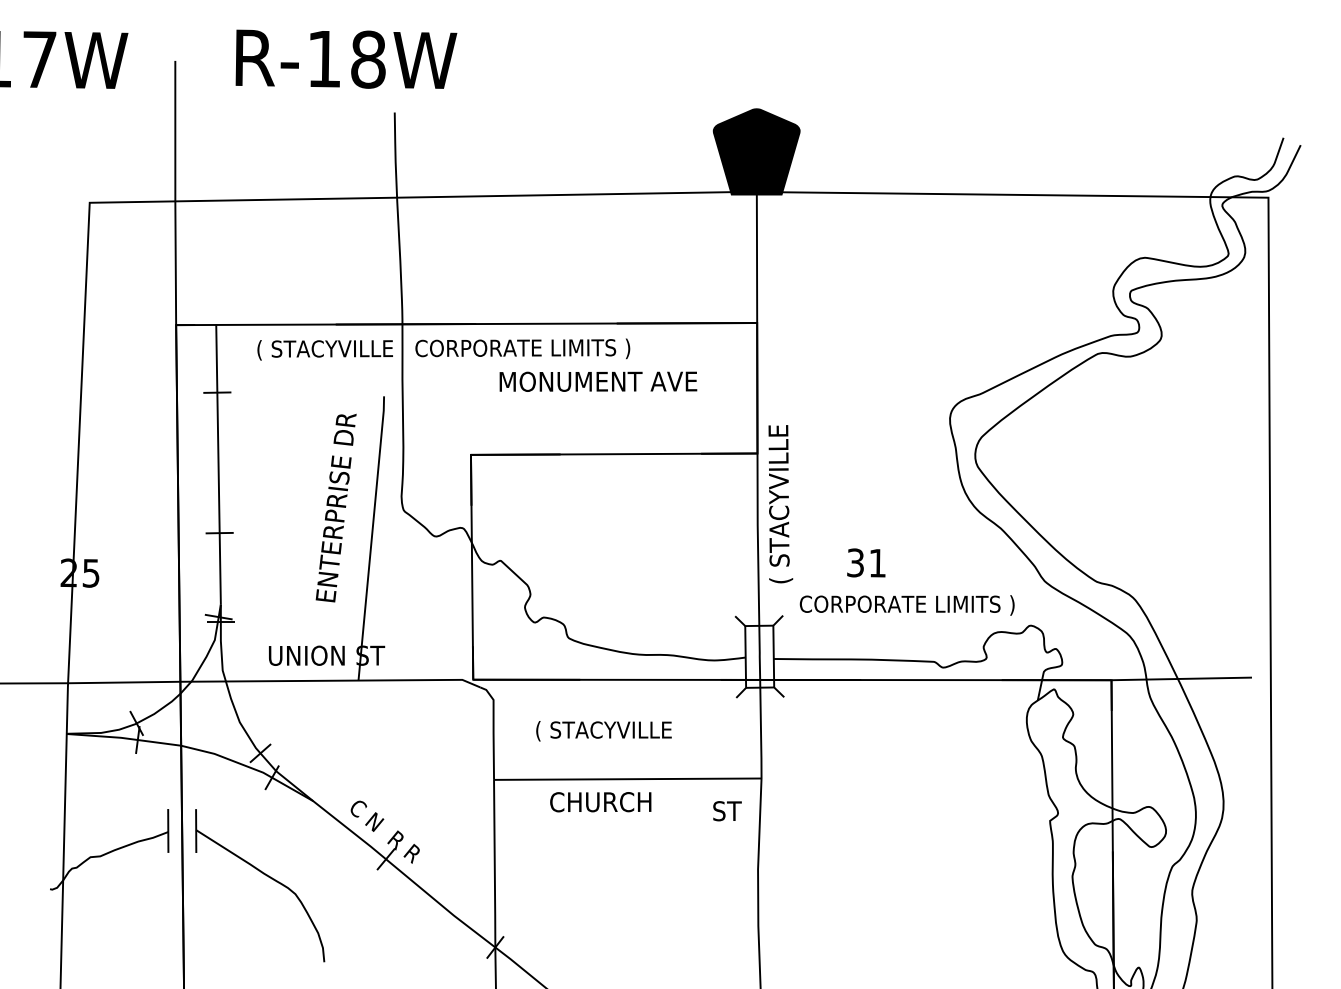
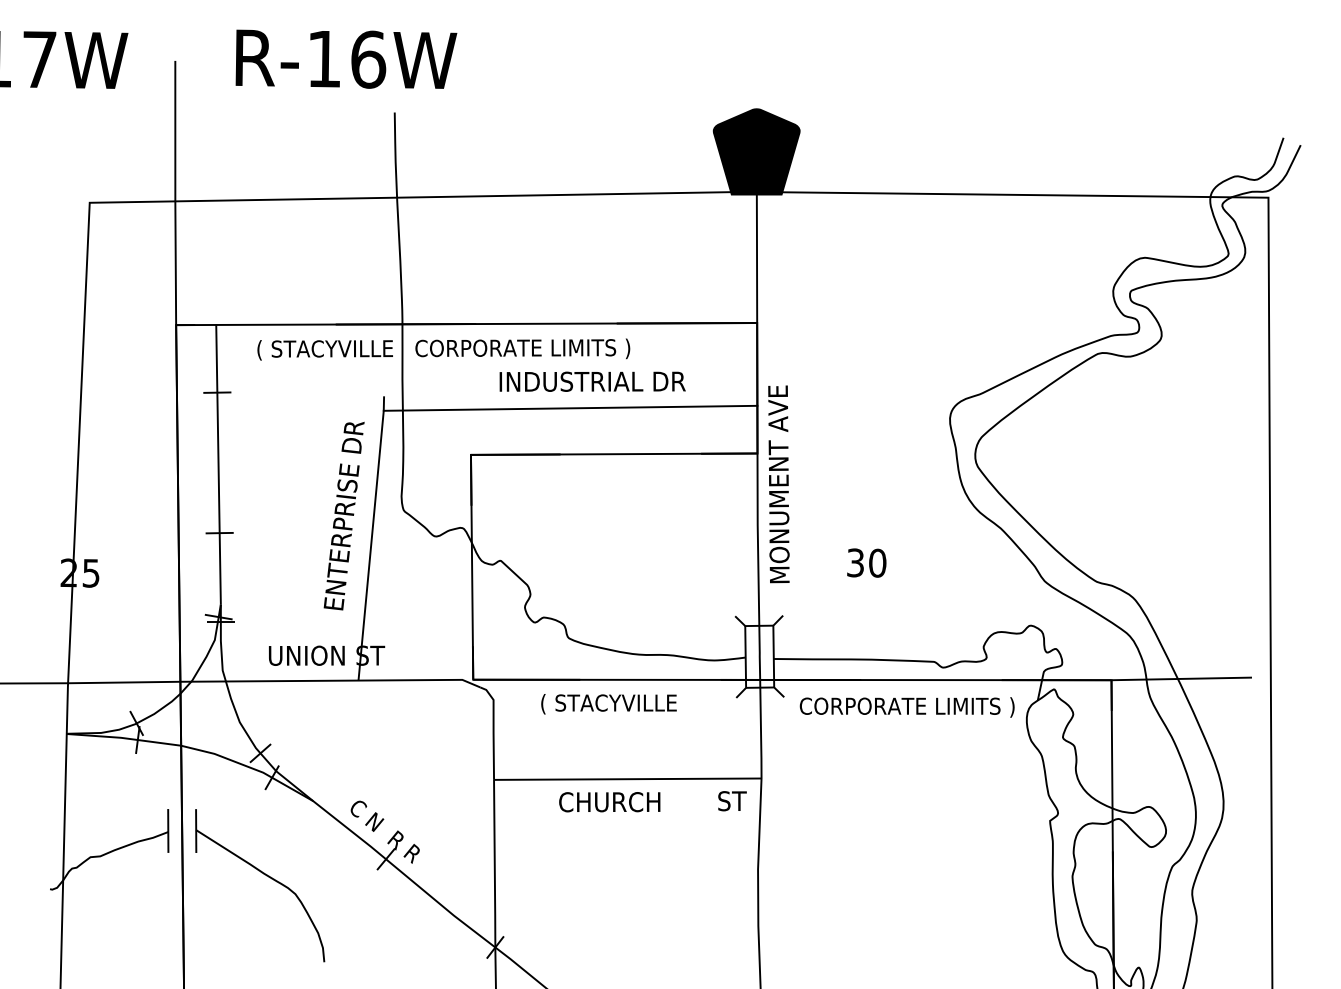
text at (368, 59): R-18W -> R-16W
text at (599, 381): MONUMENT AVE -> INDUSTRIAL DR
line at (570, 407): none -> present
text at (780, 484): ( STACYVILLE -> MONUMENT AVE
text at (335, 507) position: (335, 507) -> (343, 515)
text at (877, 562): 31 -> 30
text at (906, 605) position: (906, 605) -> (906, 707)
text at (603, 731) position: (603, 731) -> (608, 704)
text at (600, 802) position: (600, 802) -> (609, 802)
text at (727, 811) position: (727, 811) -> (732, 801)
